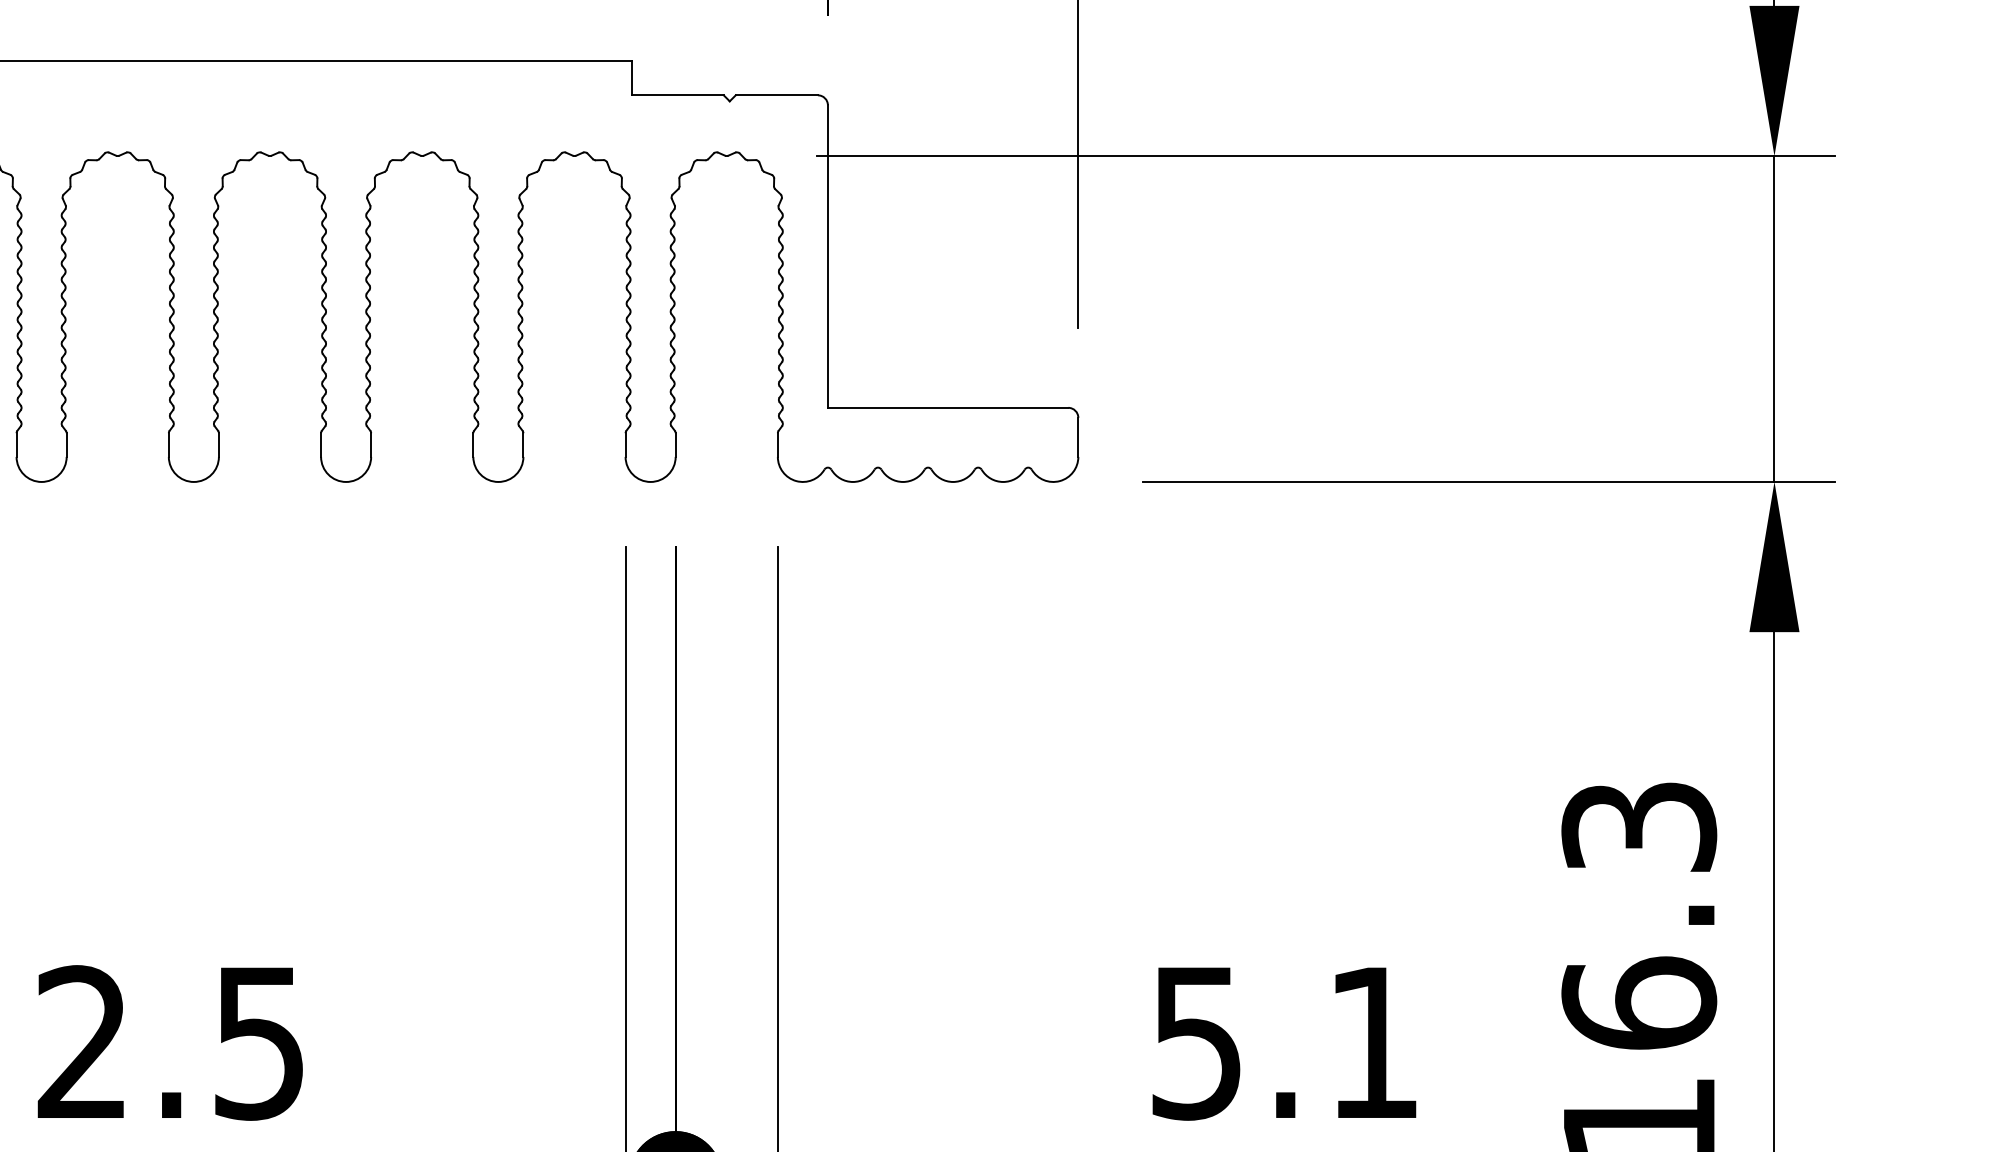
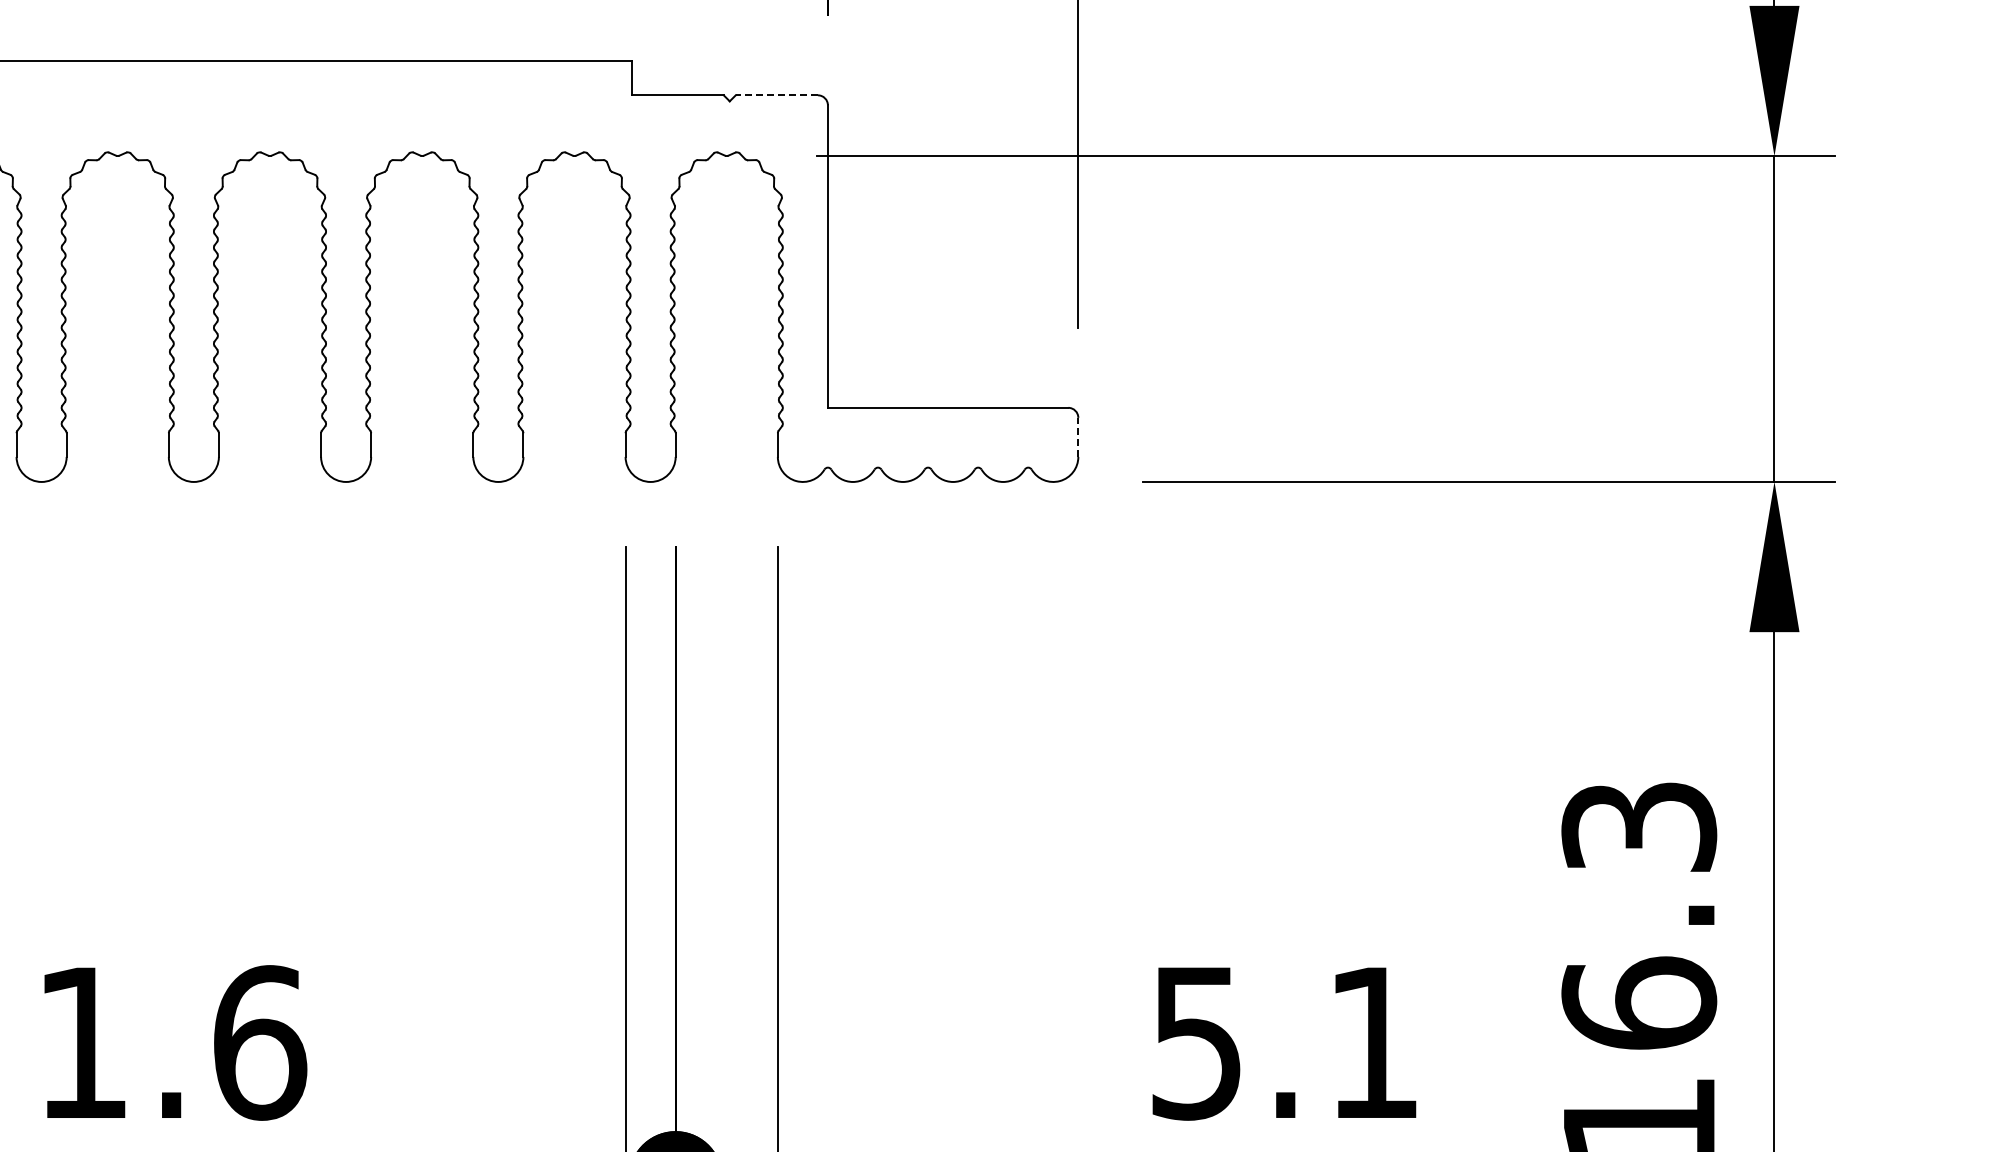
line at (776, 95): solid -> dashed
line at (1078, 437): solid -> dashed
text at (172, 1042): 2.5 -> 1.6
